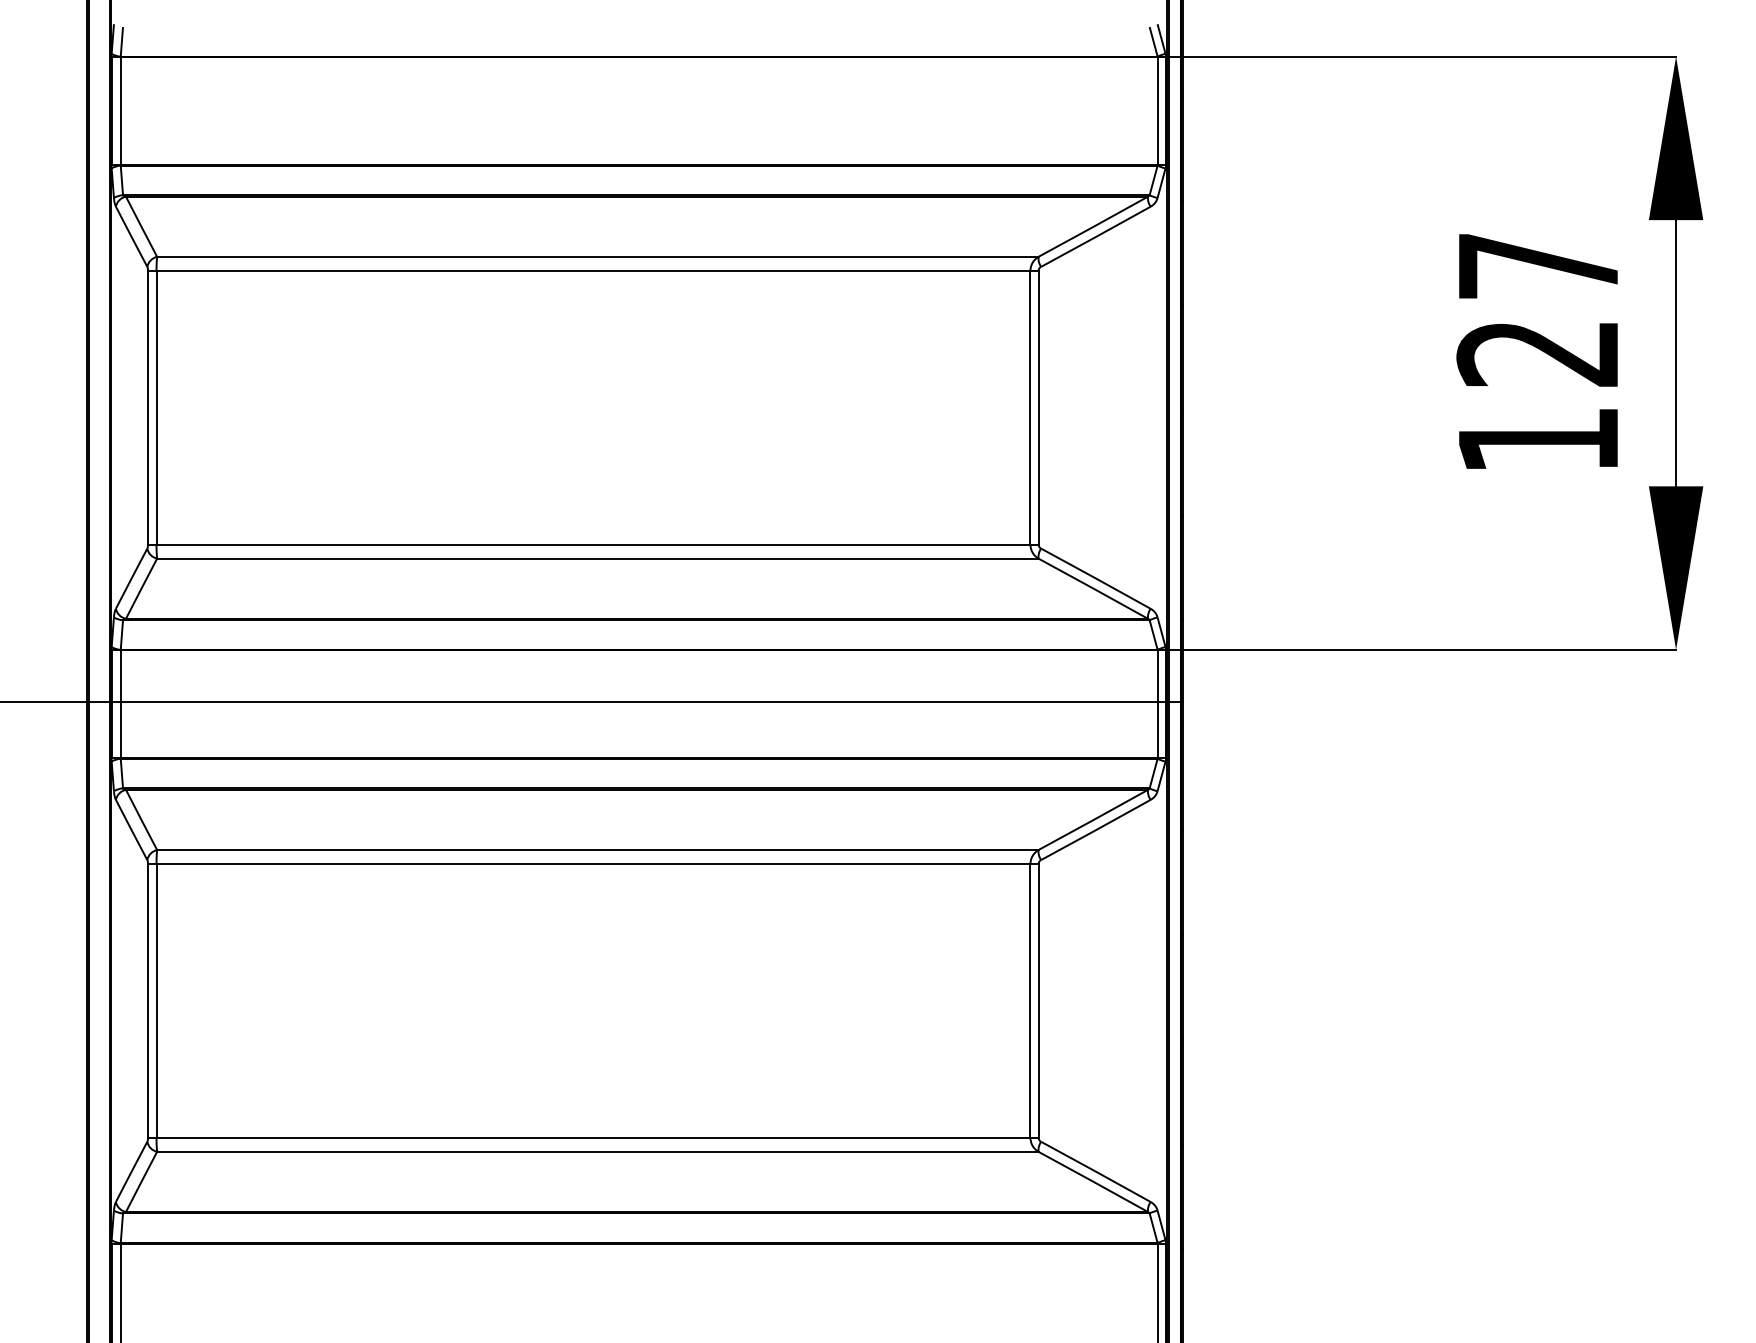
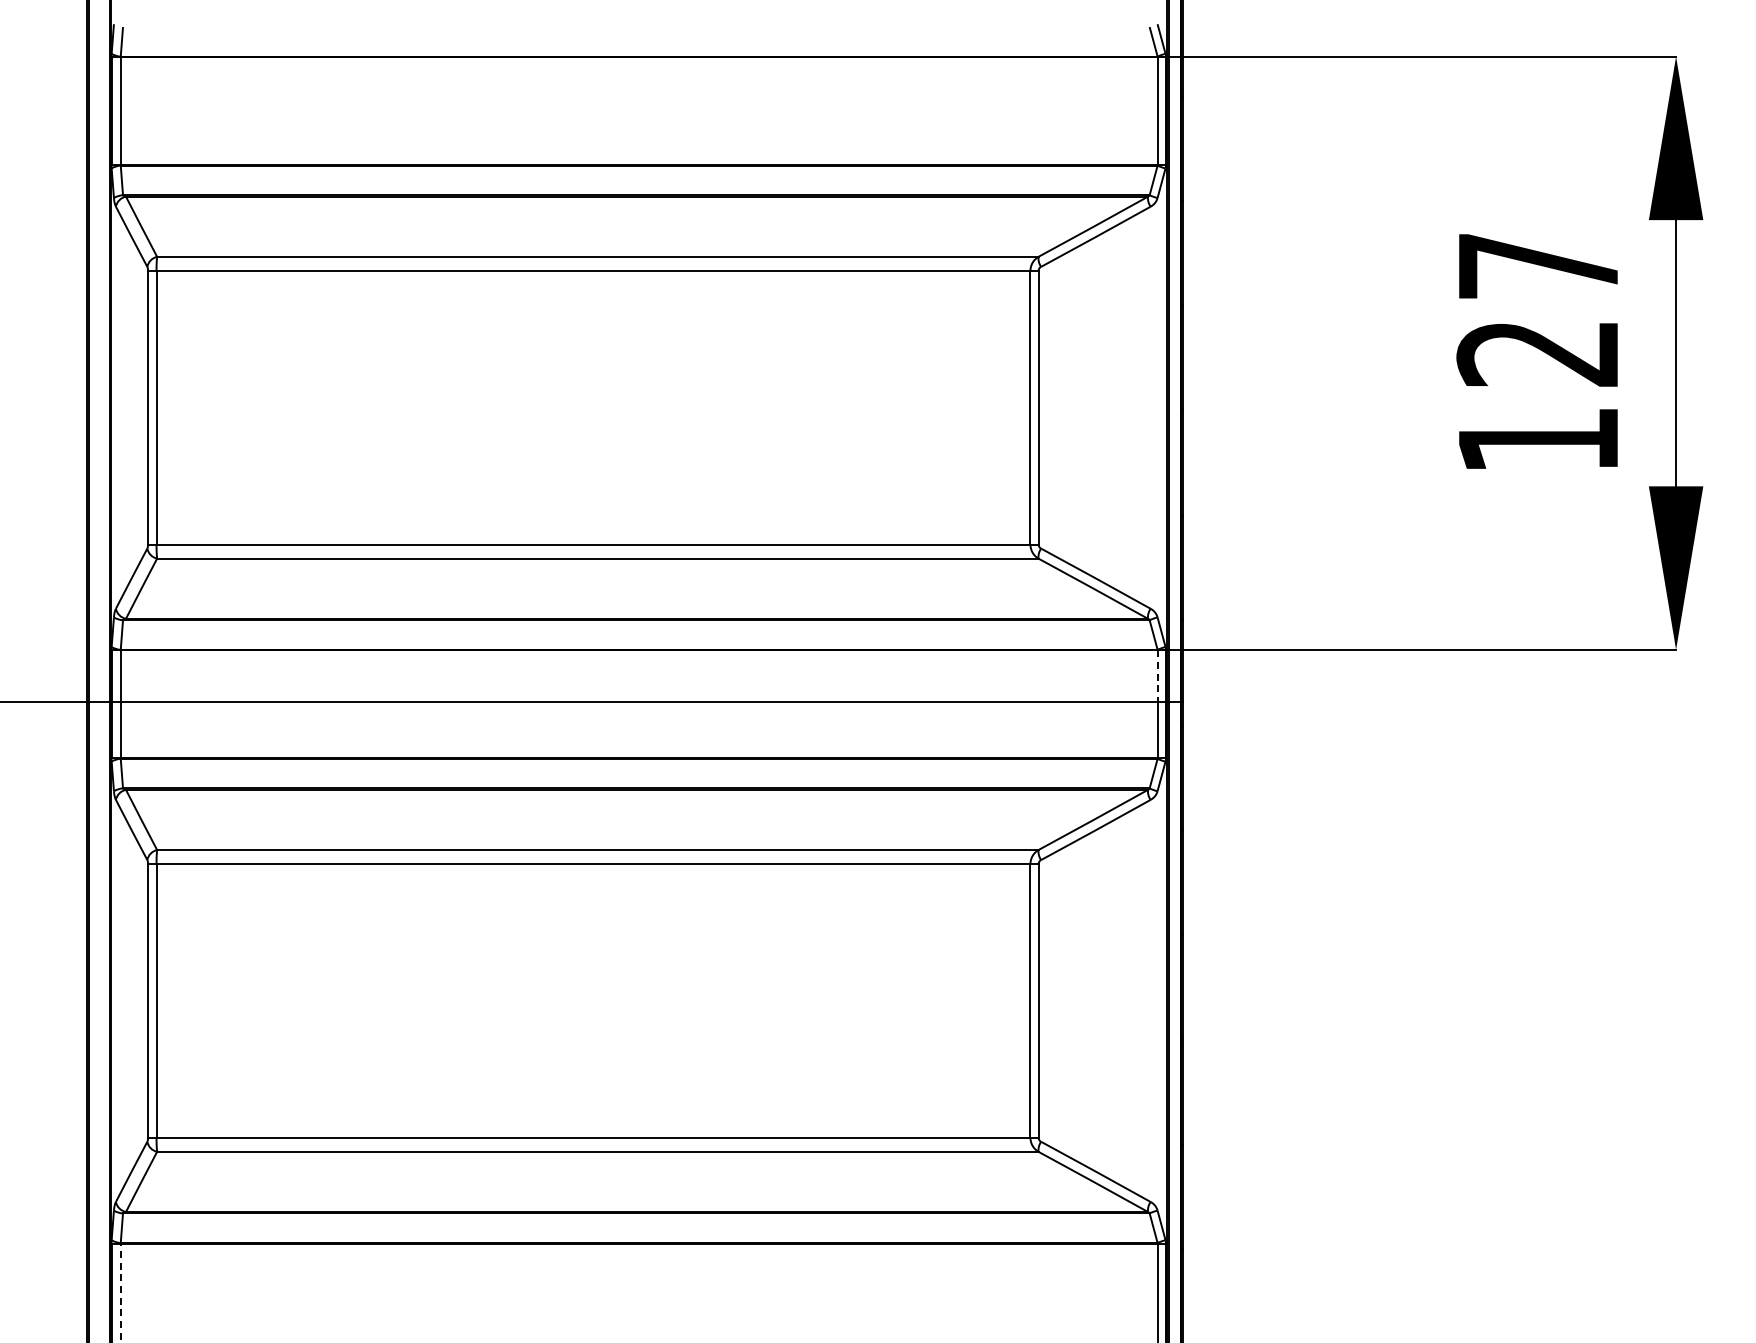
line at (1157, 676): solid -> dashed
line at (120, 1292): solid -> dashed
